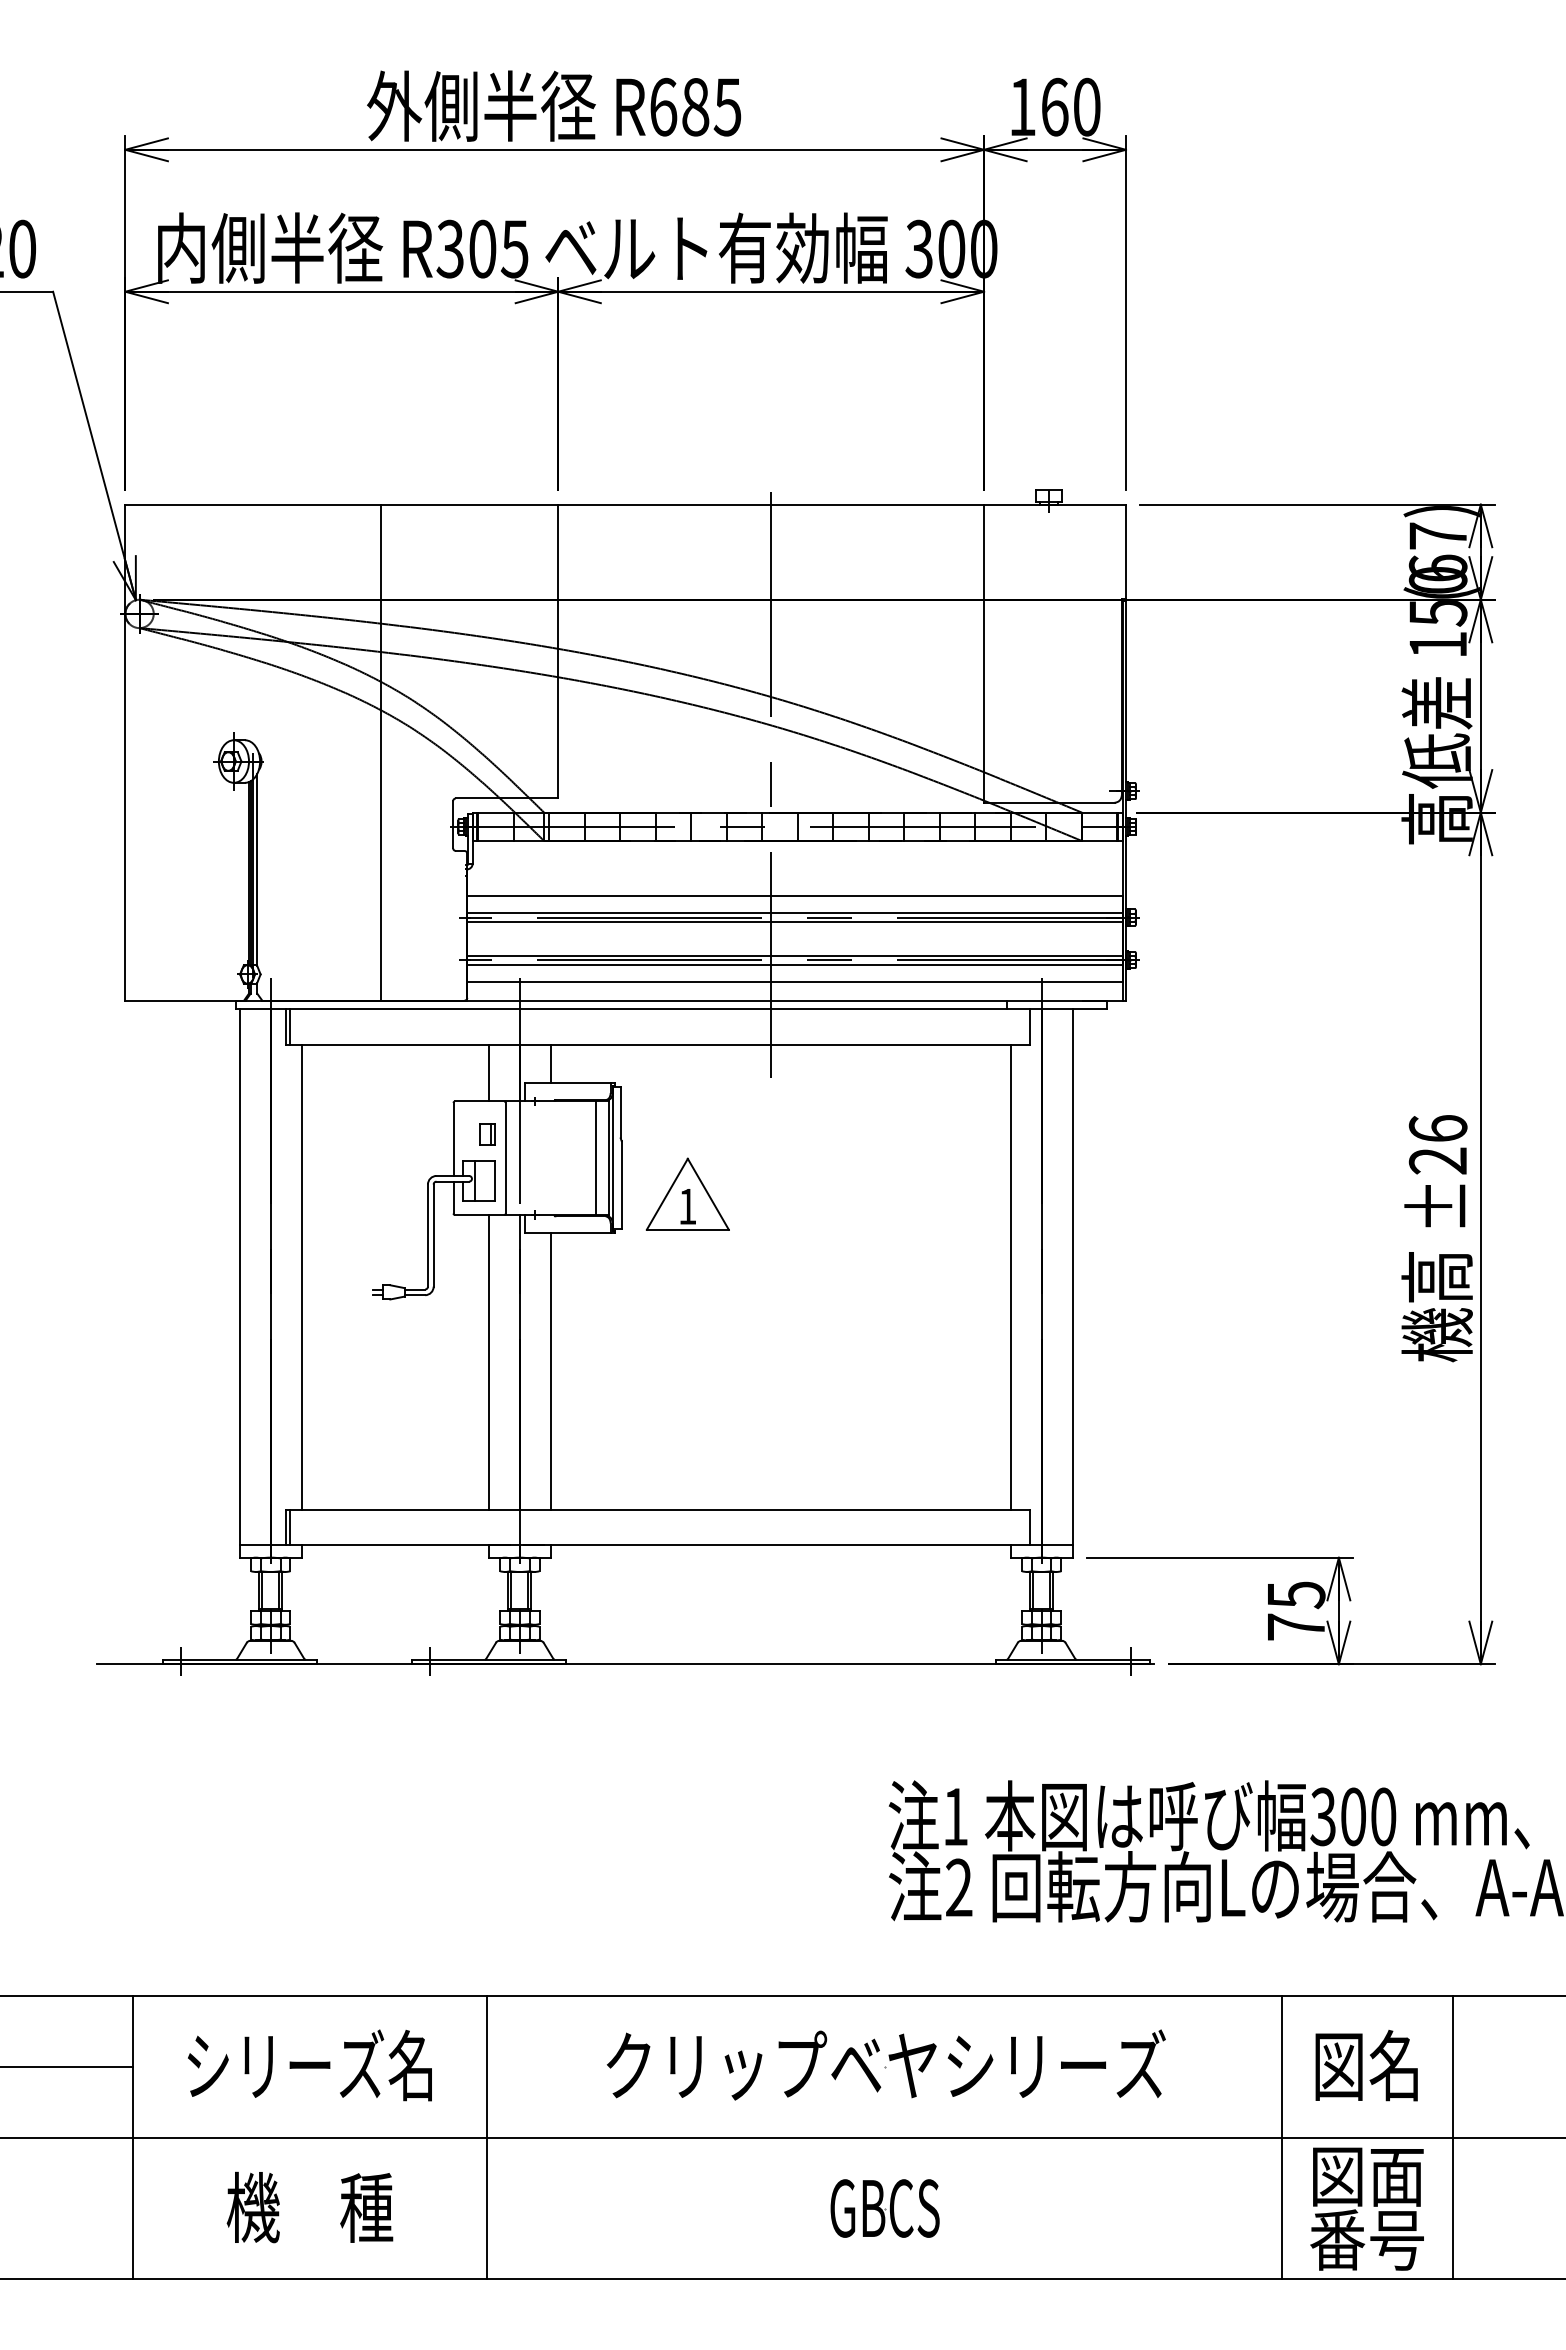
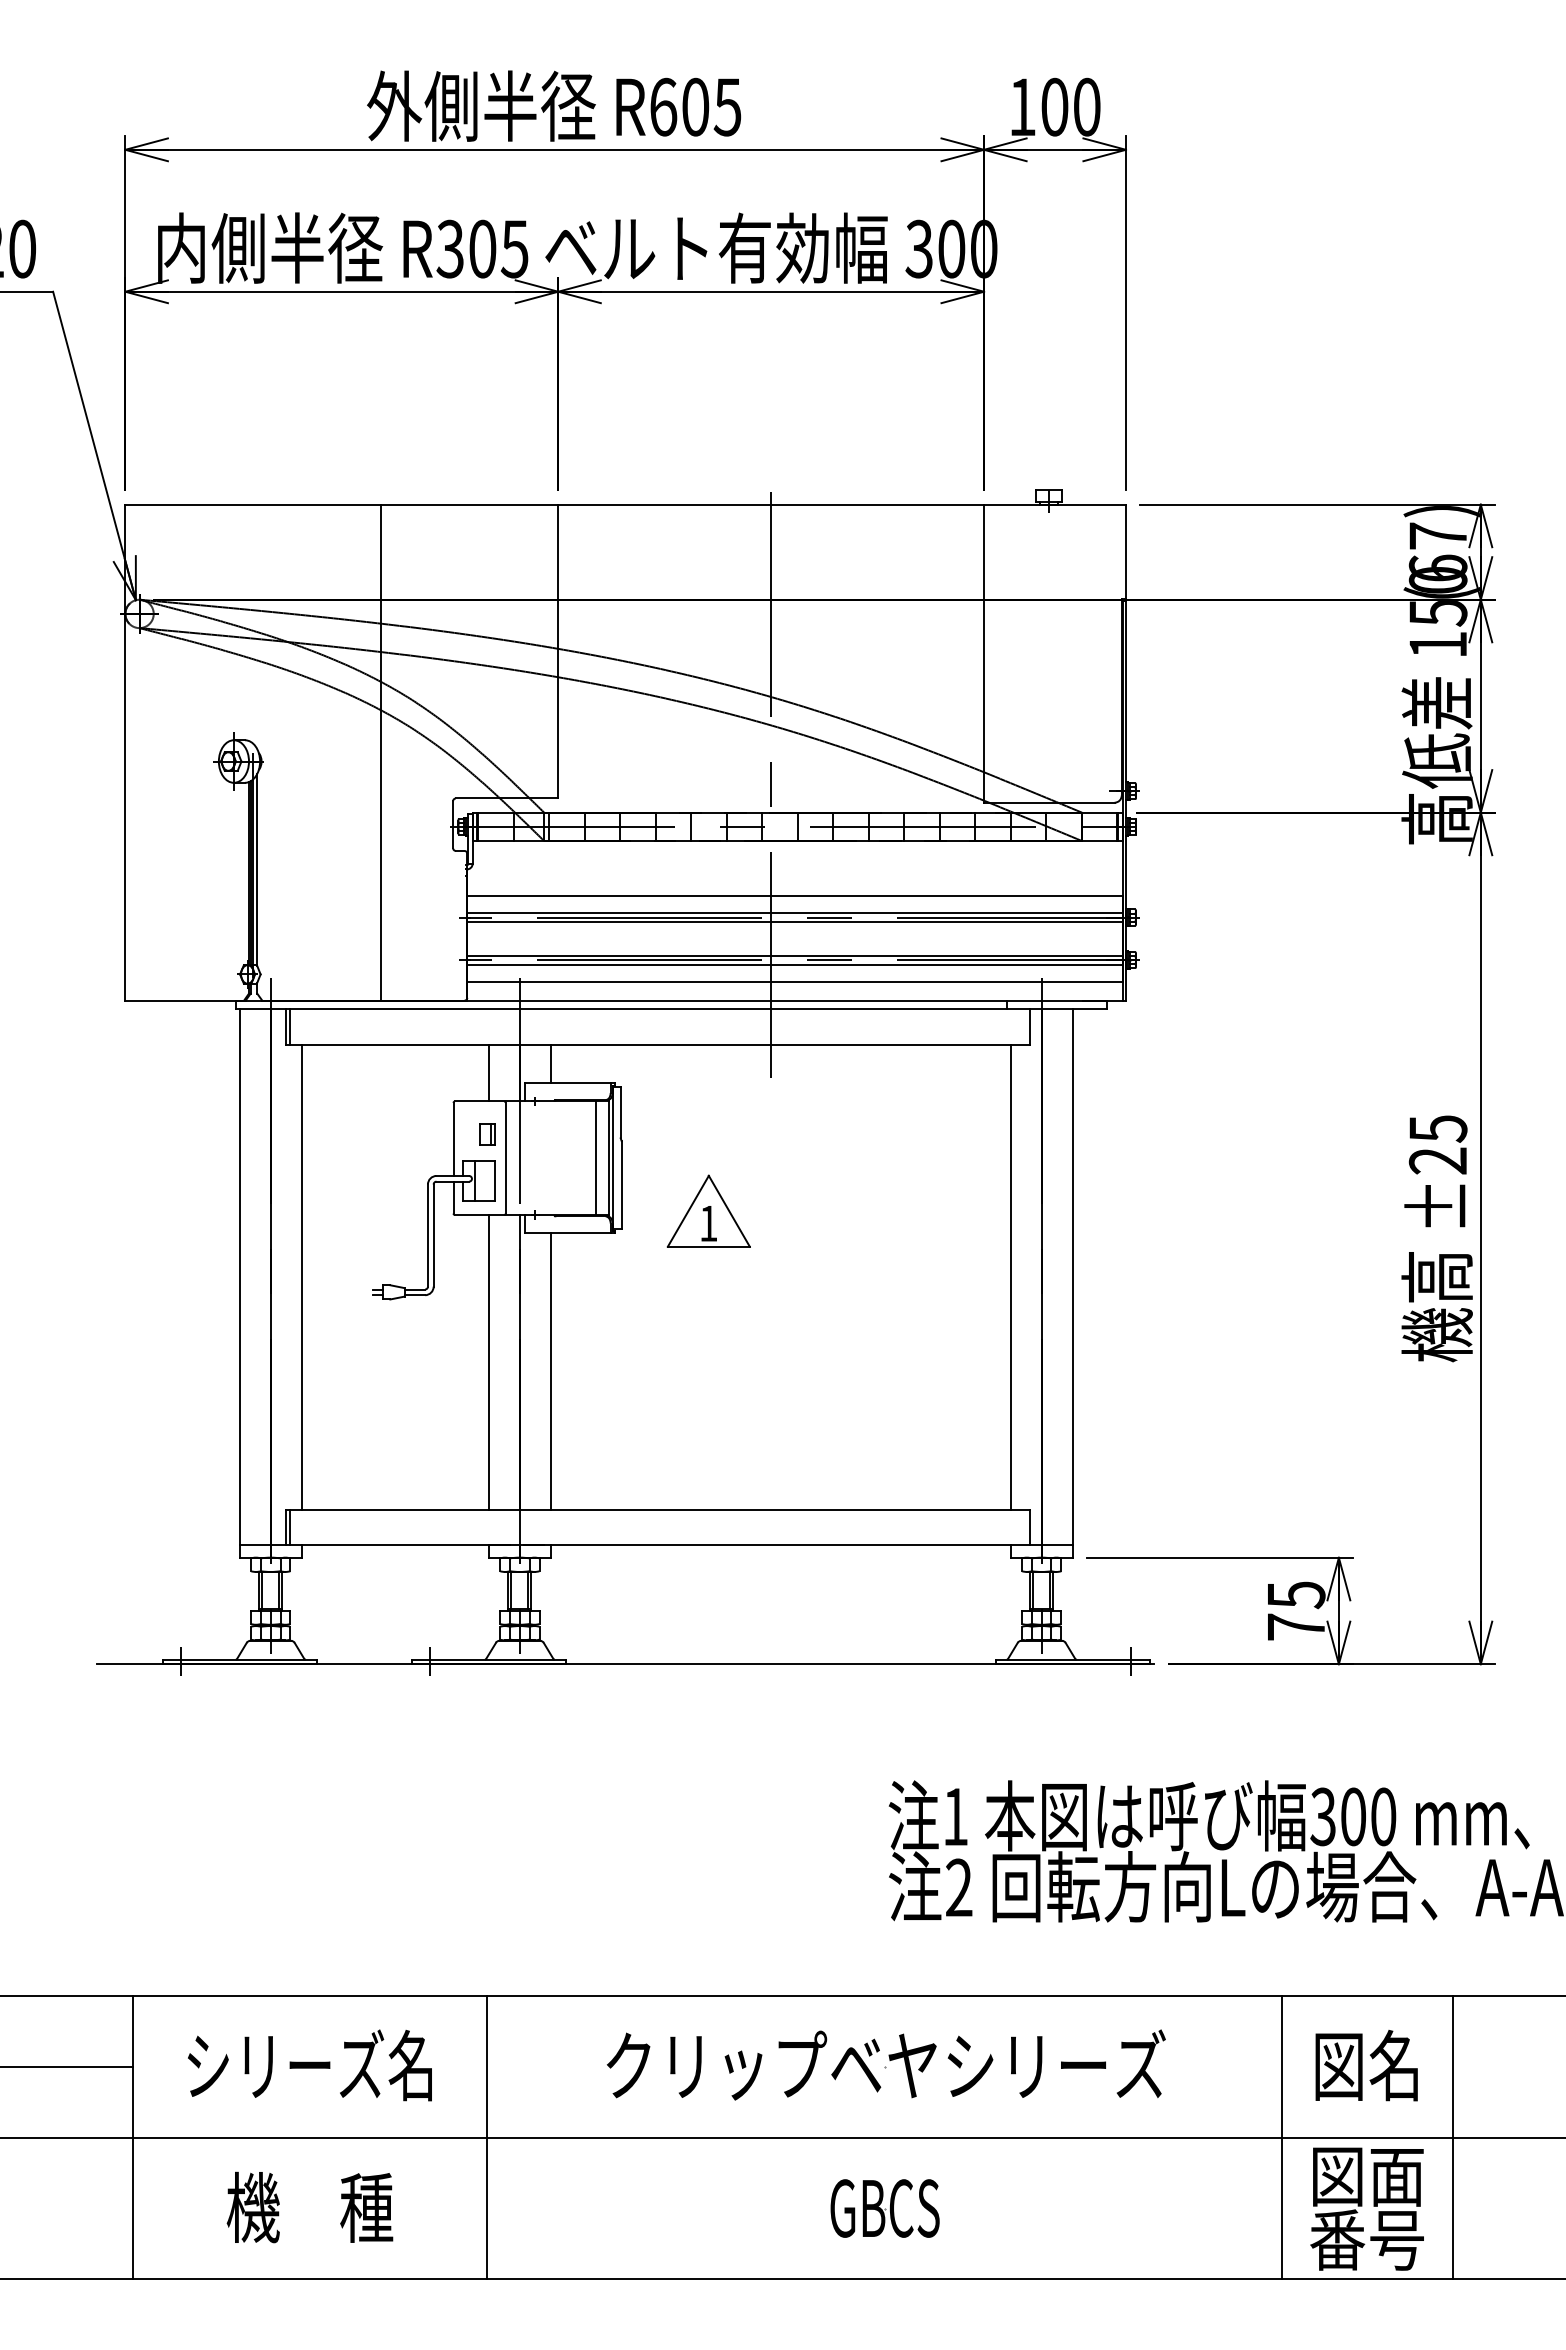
text at (695, 106): R685 -> R605
text at (1054, 106): 160 -> 100
text at (1437, 1128): ±26 -> ±25
part at (687, 1193) position: (687, 1193) -> (708, 1210)
